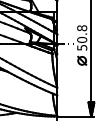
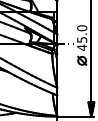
text at (82, 37): 50.8 -> 45.0
